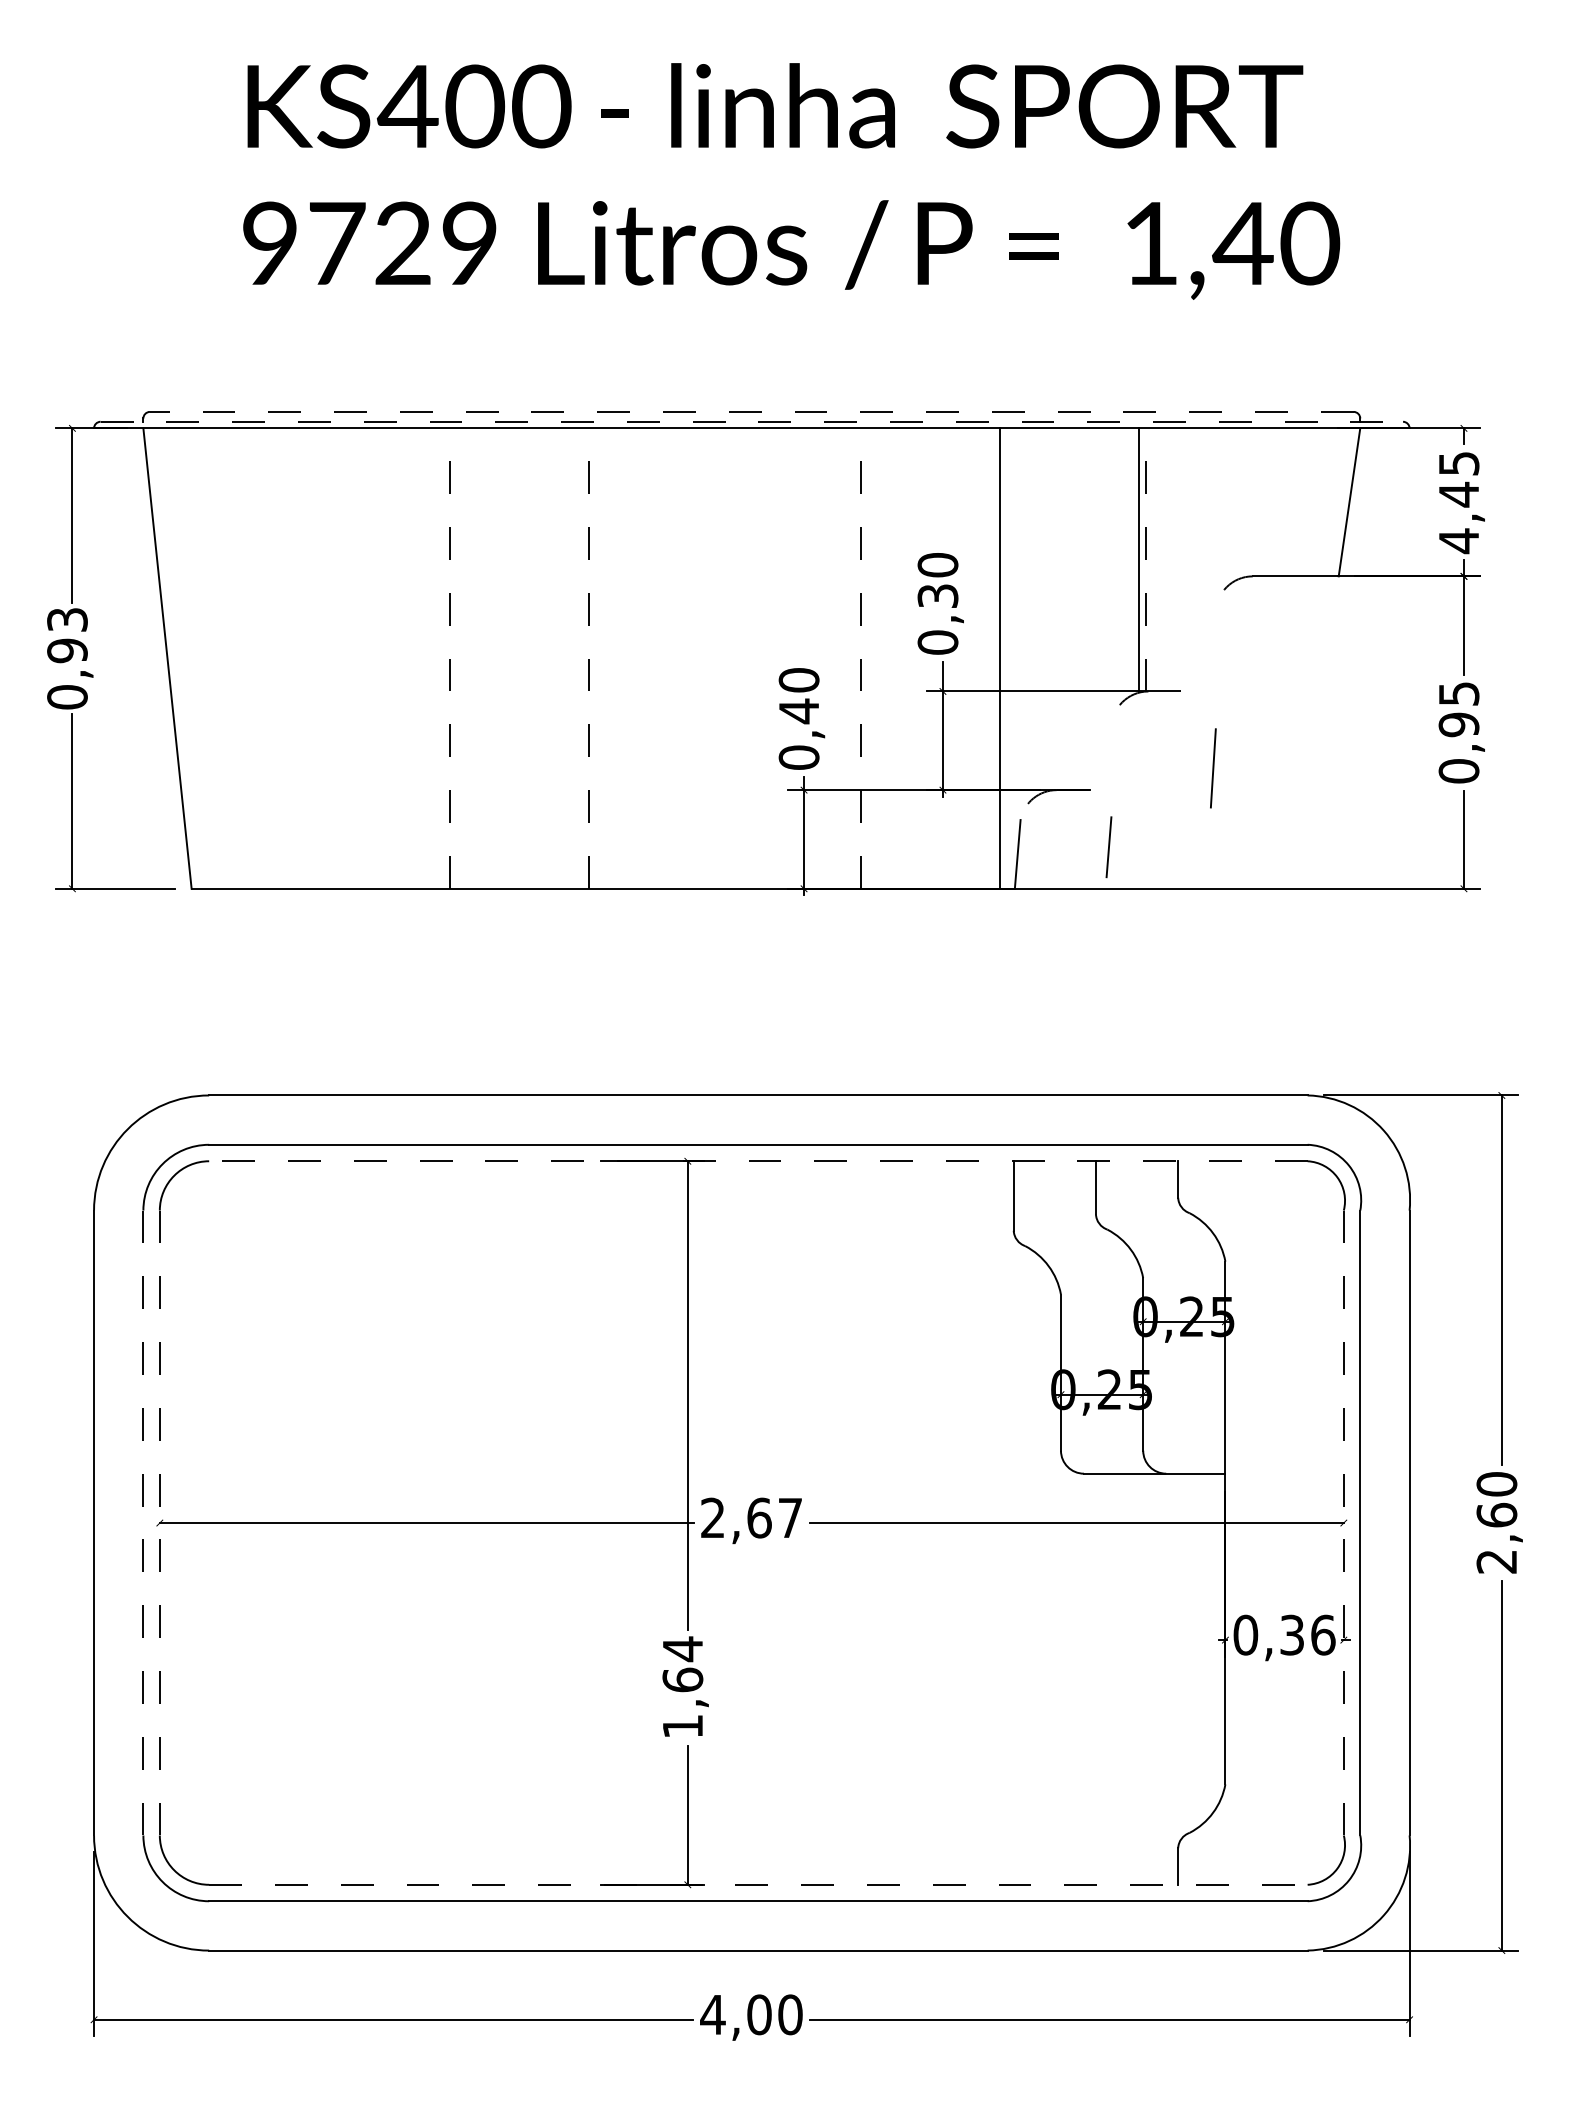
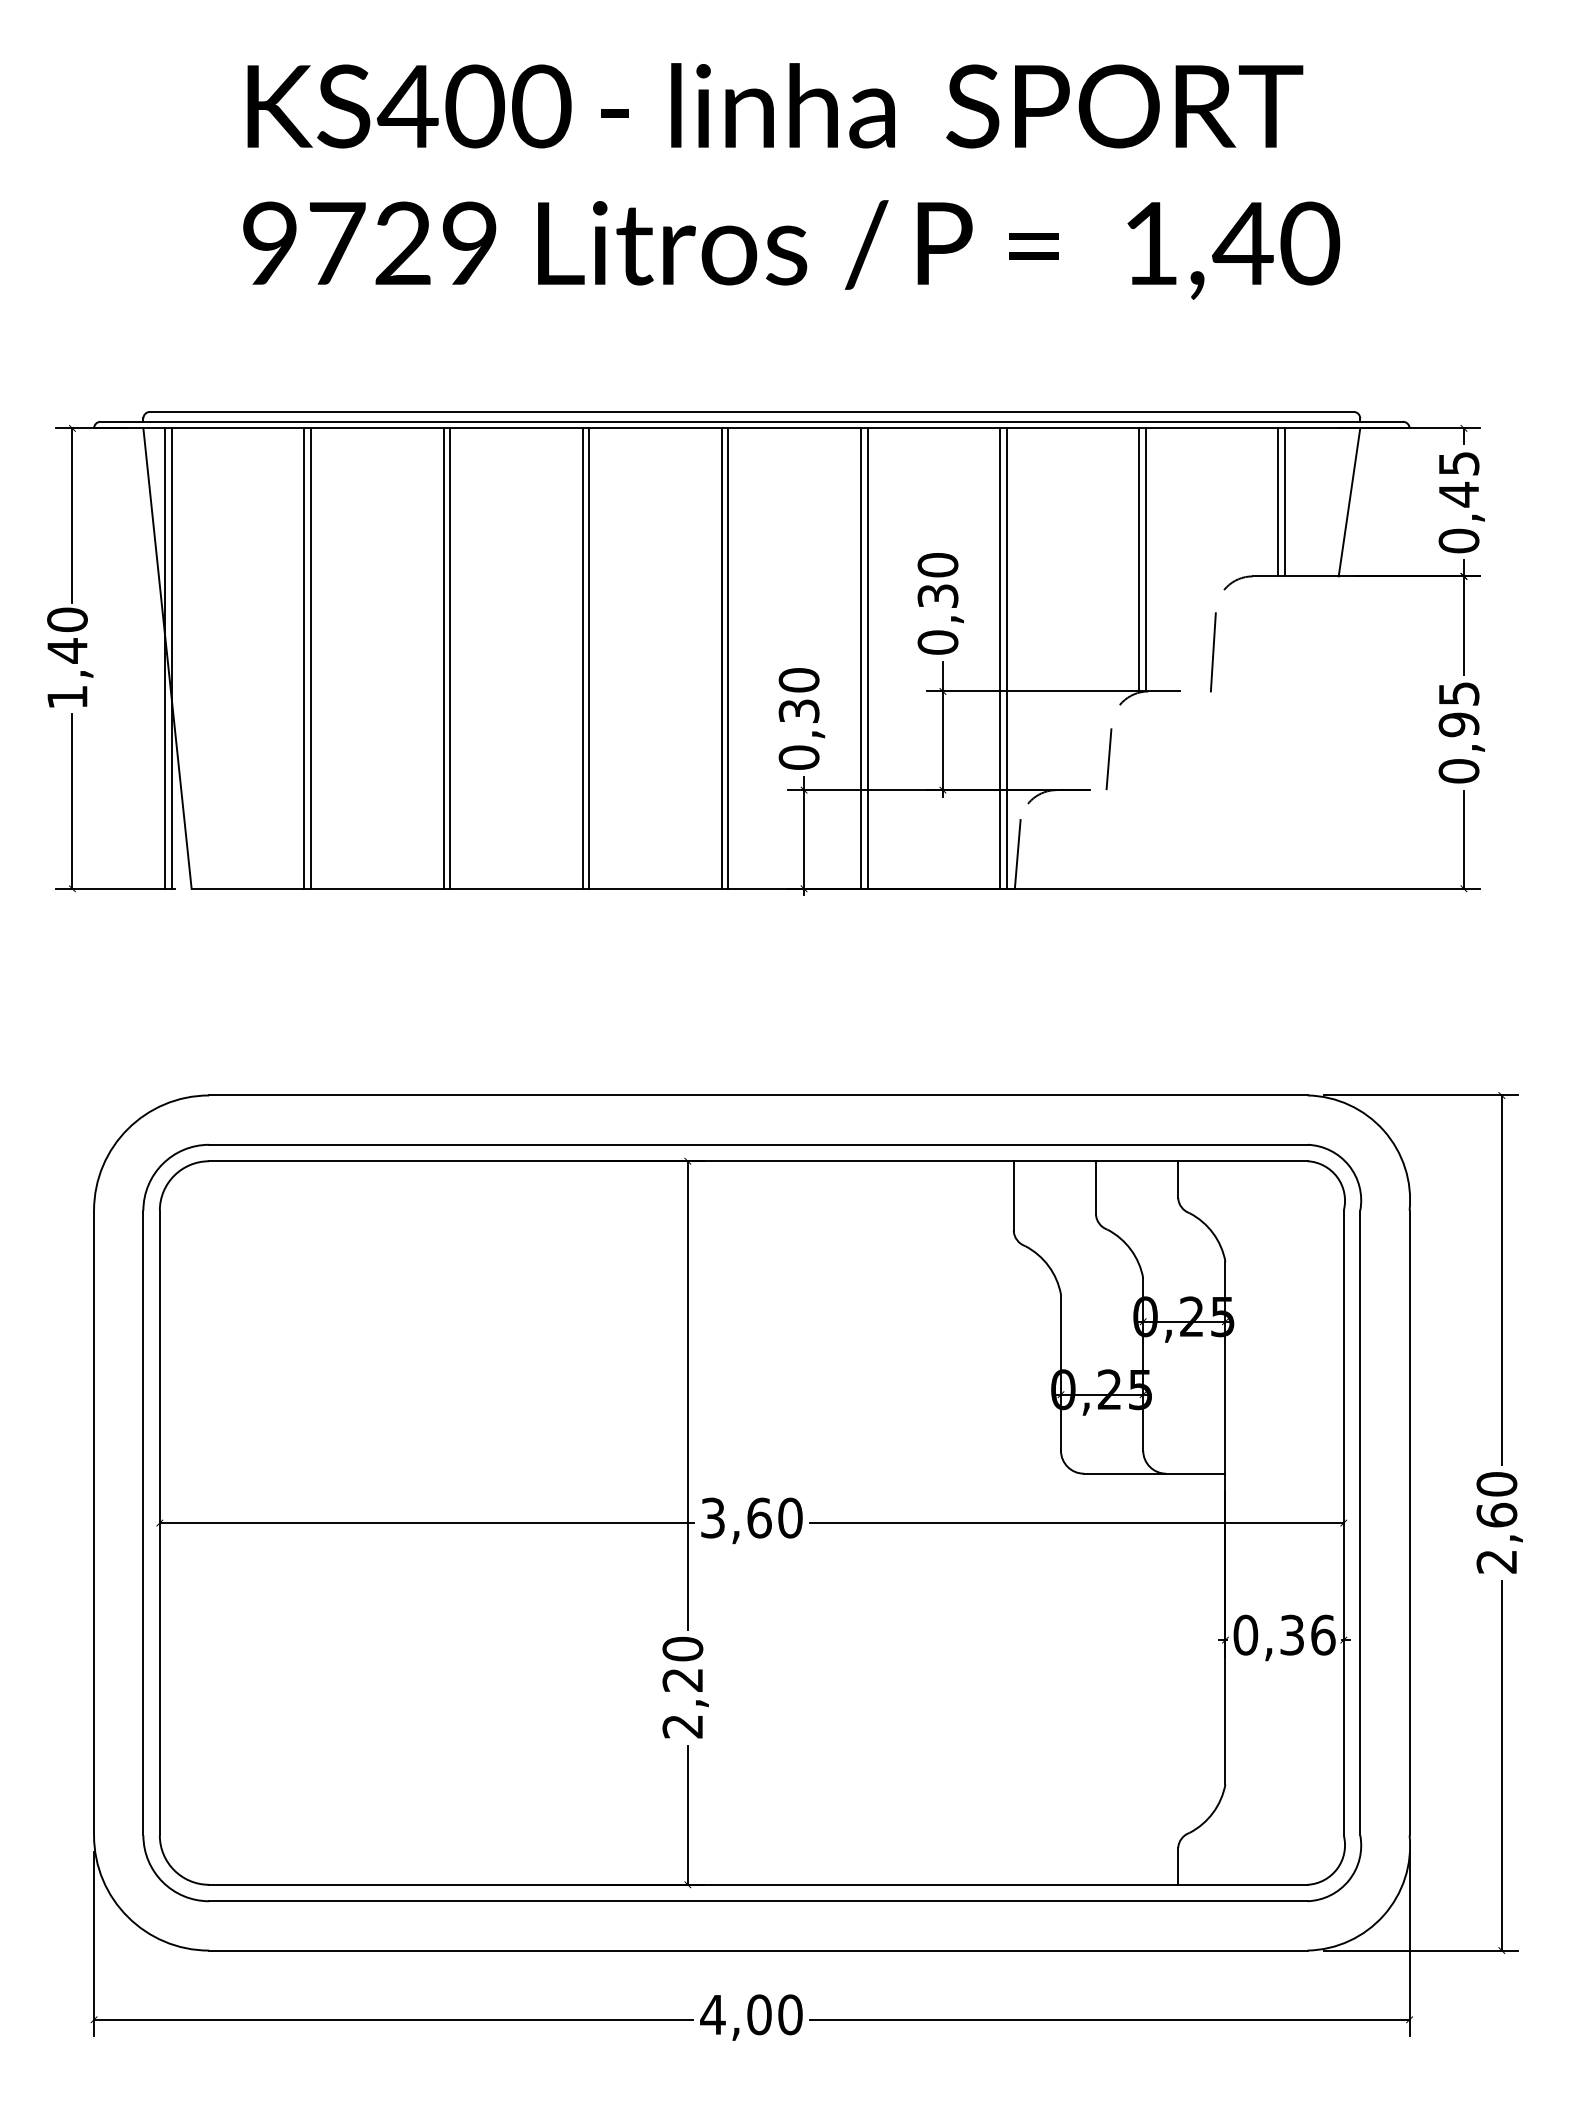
line at (751, 411): dashed -> solid
line at (752, 421): dashed -> solid
line at (1278, 502): none -> present
line at (1284, 502): none -> present
text at (1458, 541): 4,45 -> 0,45
line at (1145, 559): dashed -> solid
text at (67, 658): 0,93 -> 1,40
line at (165, 658): none -> present
line at (171, 658): none -> present
line at (304, 658): none -> present
line at (311, 658): none -> present
line at (443, 658): none -> present
line at (450, 658): dashed -> solid
line at (582, 658): none -> present
line at (589, 658): dashed -> solid
line at (721, 658): none -> present
line at (728, 658): none -> present
line at (860, 658): dashed -> solid
line at (867, 658): none -> present
line at (1006, 658): none -> present
text at (798, 711): 0,40 -> 0,30
line at (1213, 768) position: (1213, 768) -> (1213, 652)
line at (1108, 847) position: (1108, 847) -> (1108, 759)
line at (757, 1161): dashed -> solid
text at (751, 1517): 2,67 -> 3,60
line at (1343, 1522): dashed -> solid
line at (143, 1523): dashed -> solid
line at (159, 1523): dashed -> solid
text at (682, 1687): 1,64 -> 2,20
line at (758, 1884): dashed -> solid
